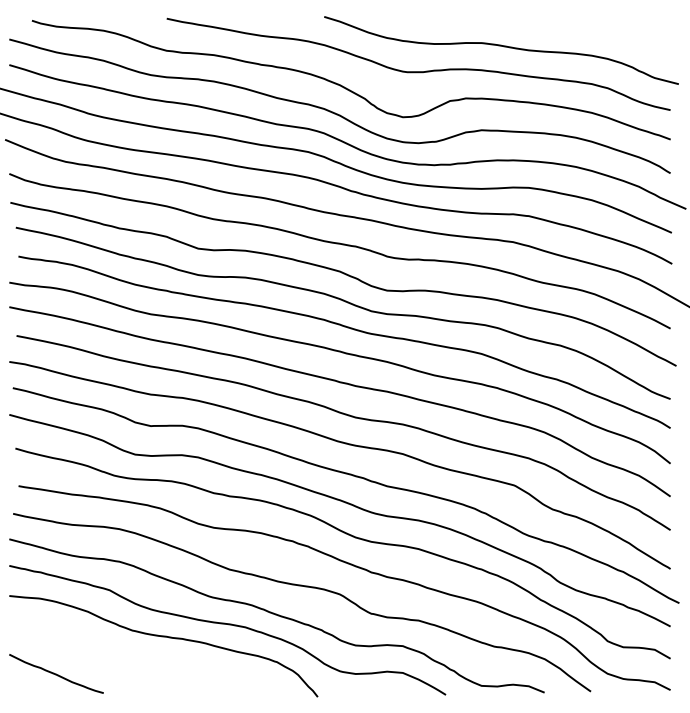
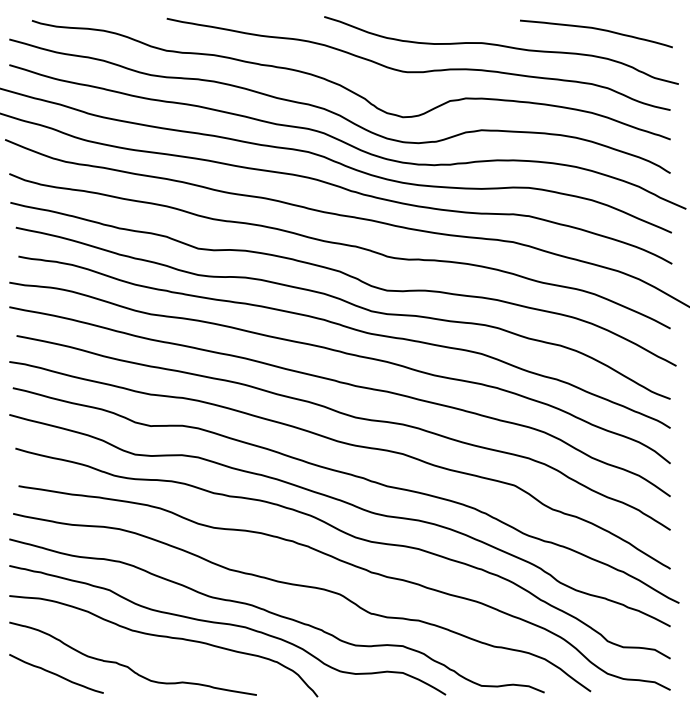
curve at (596, 29): none -> present
curve at (128, 666): none -> present
